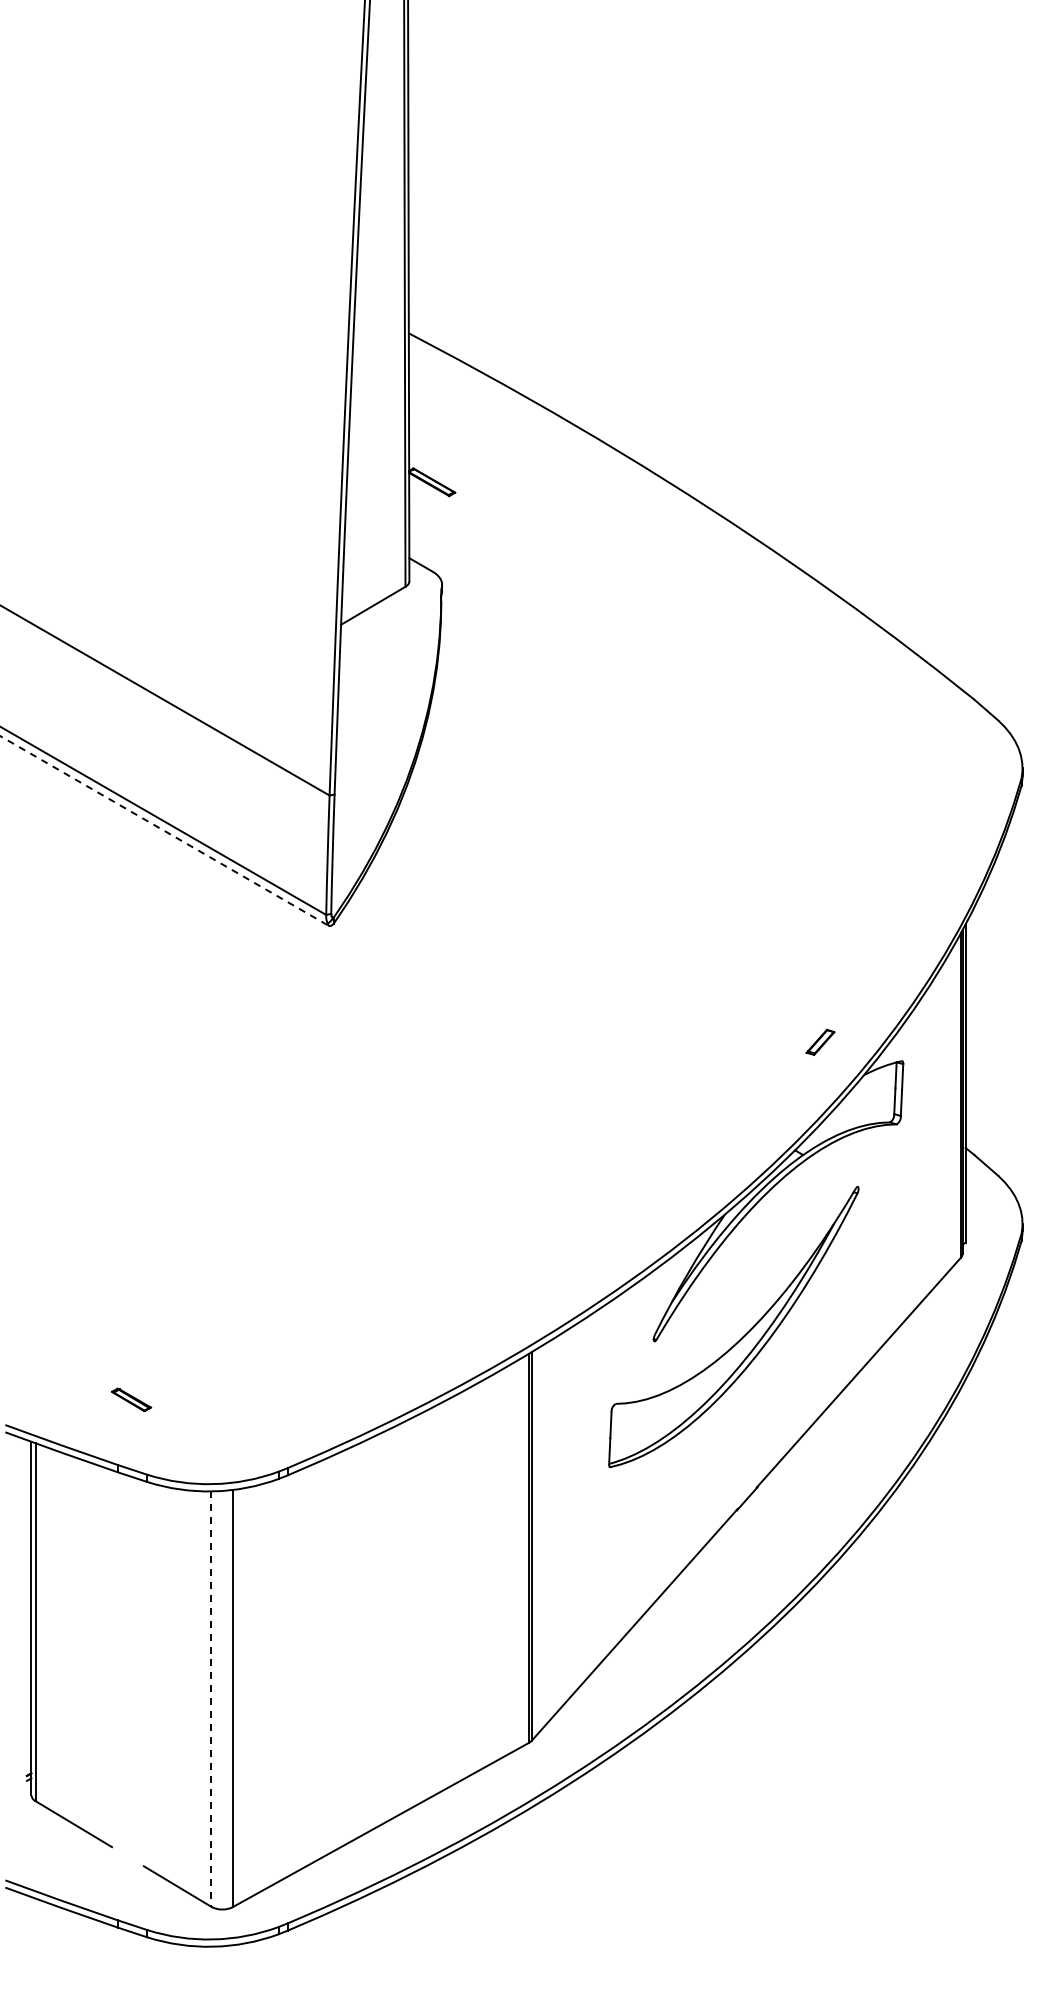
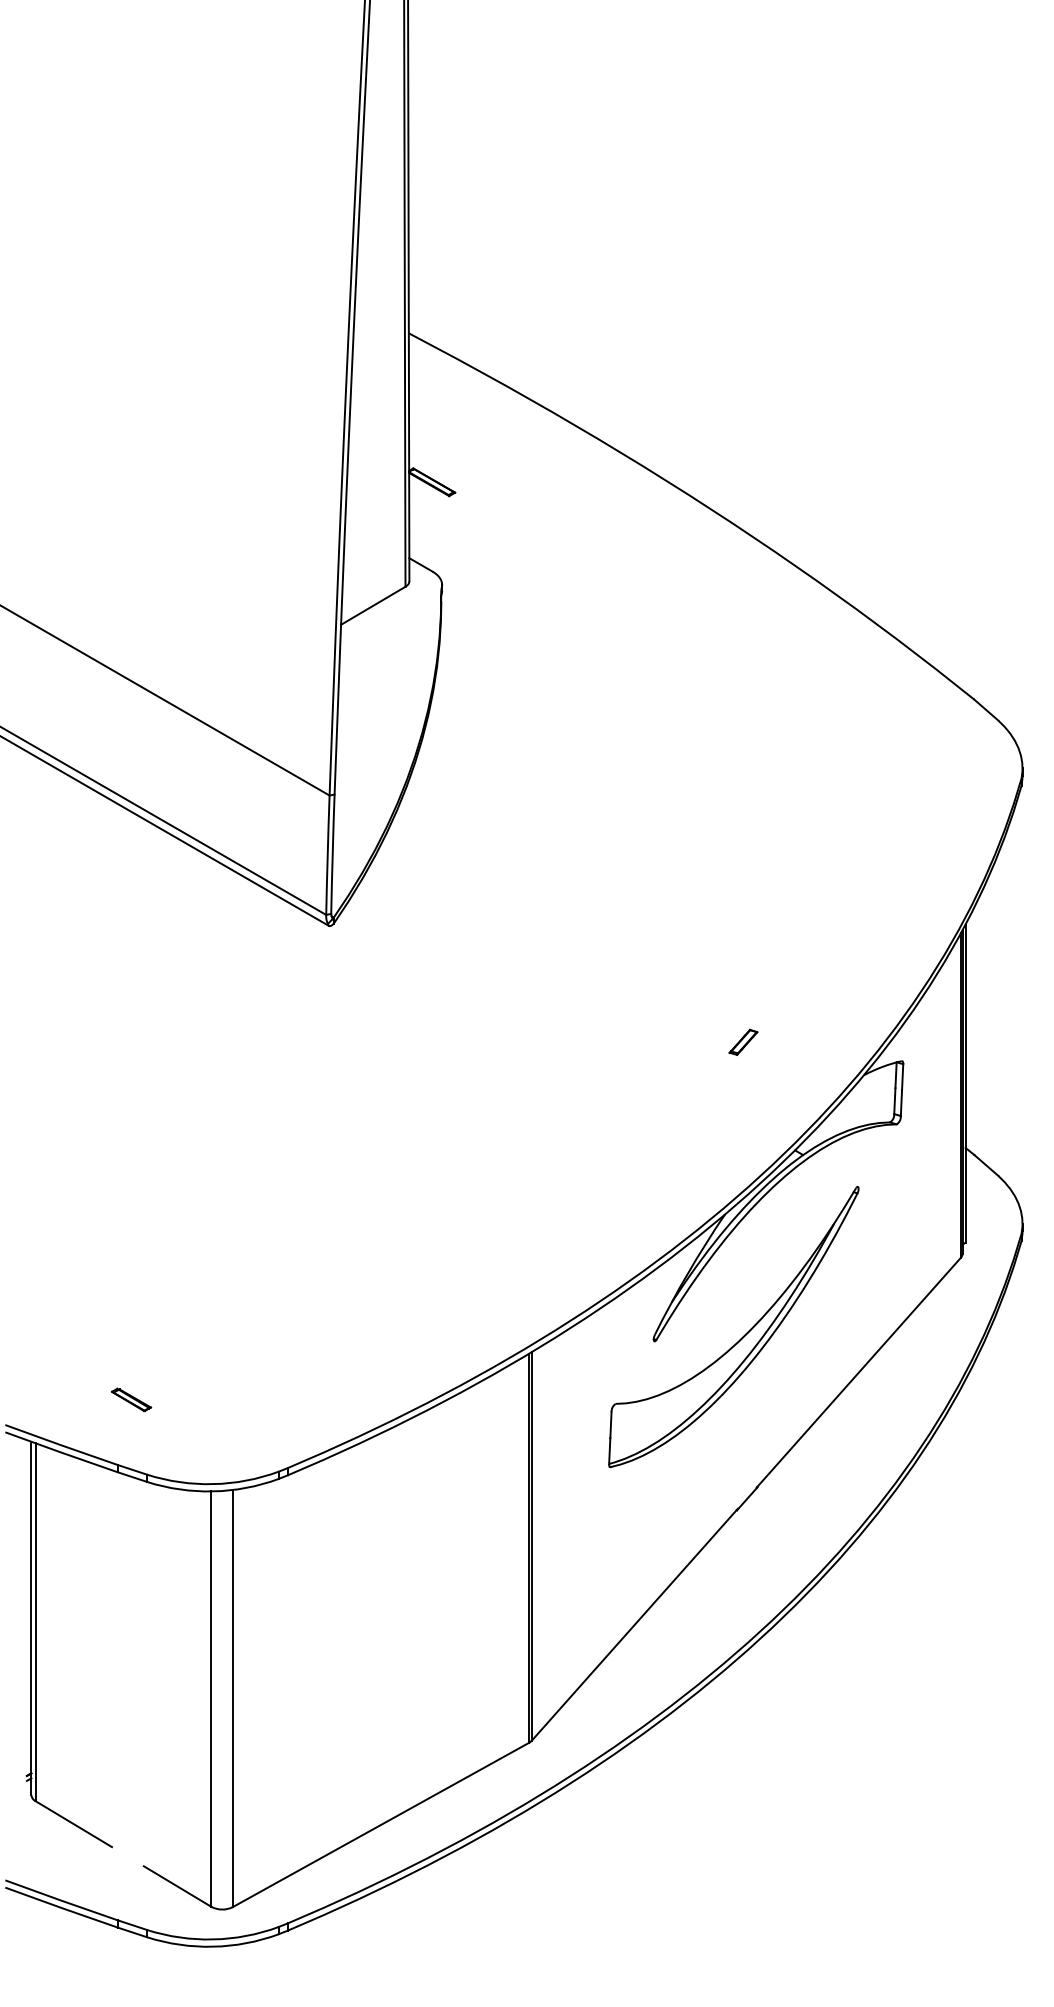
line at (164, 830): dashed -> solid
part at (820, 1041) position: (820, 1041) -> (743, 1041)
line at (211, 1699): dashed -> solid
